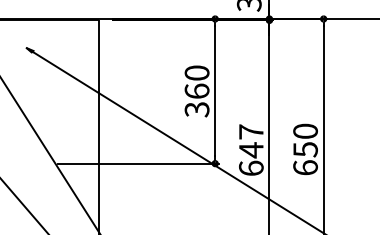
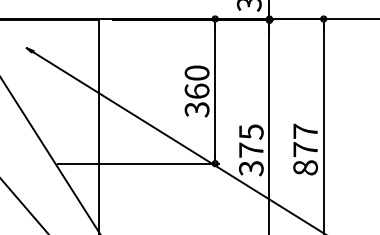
text at (305, 149): 650 -> 877
text at (251, 150): 647 -> 375
